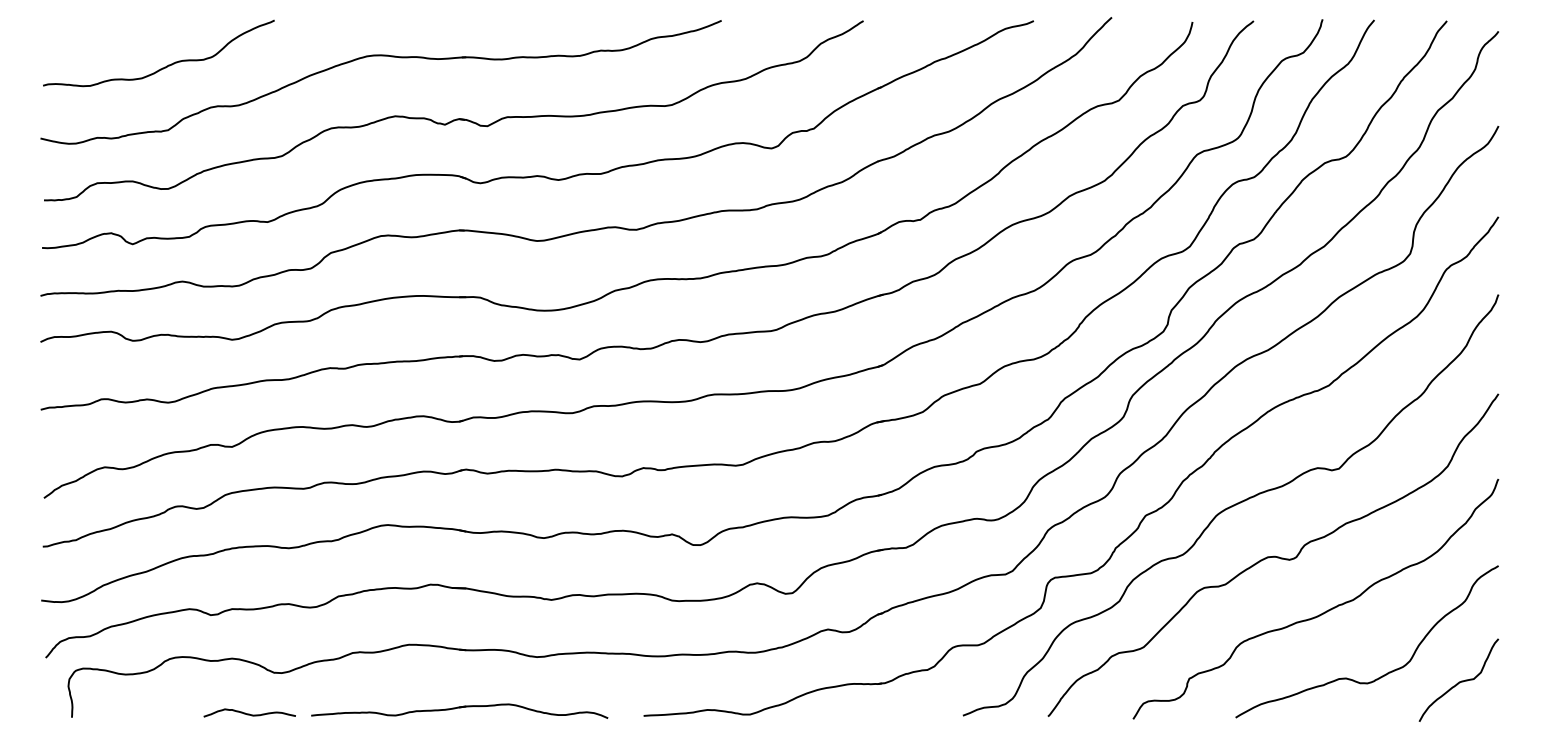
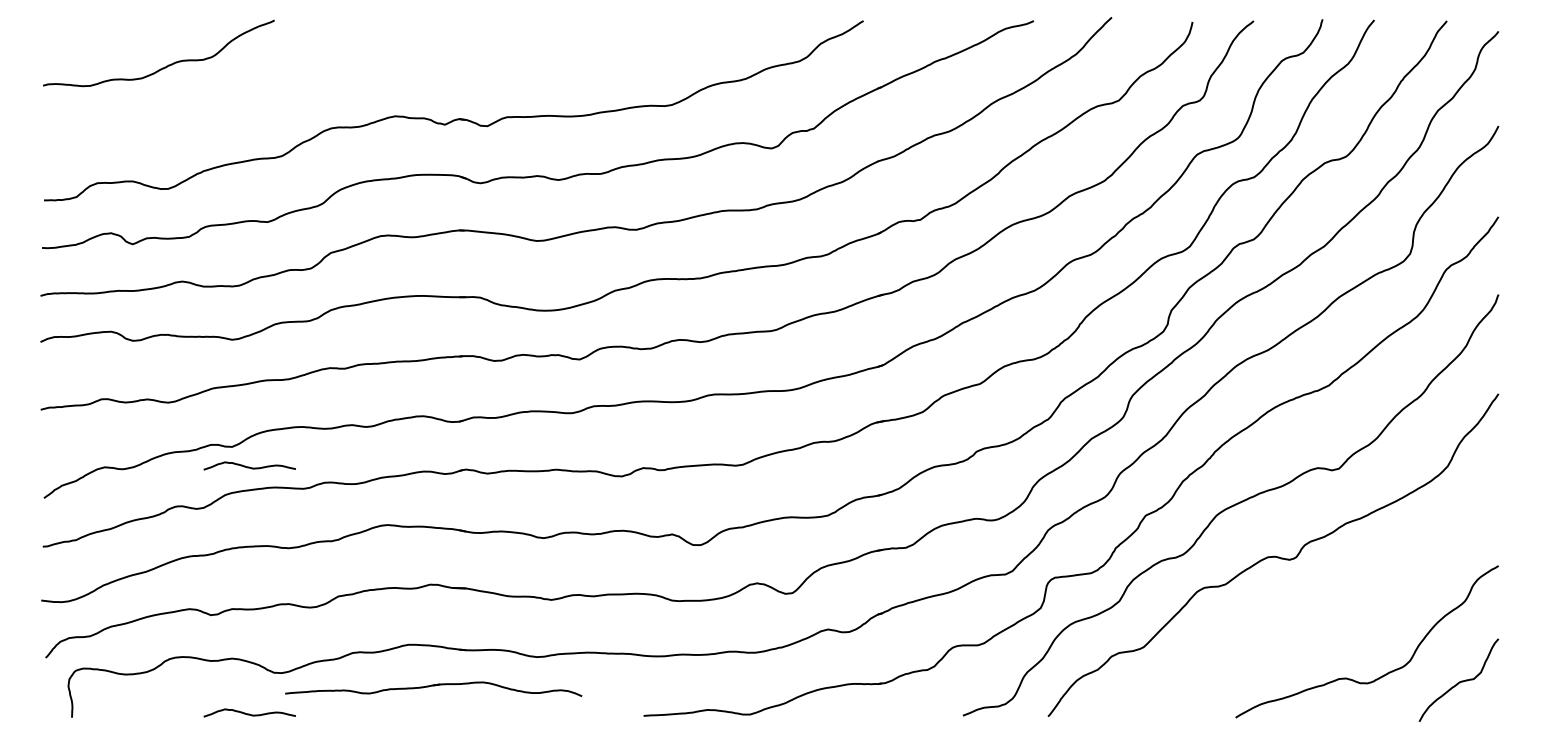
part at (380, 56): present -> none
curve at (249, 466): none -> present
curve at (1322, 612): present -> none
part at (459, 710) position: (459, 710) -> (433, 688)
